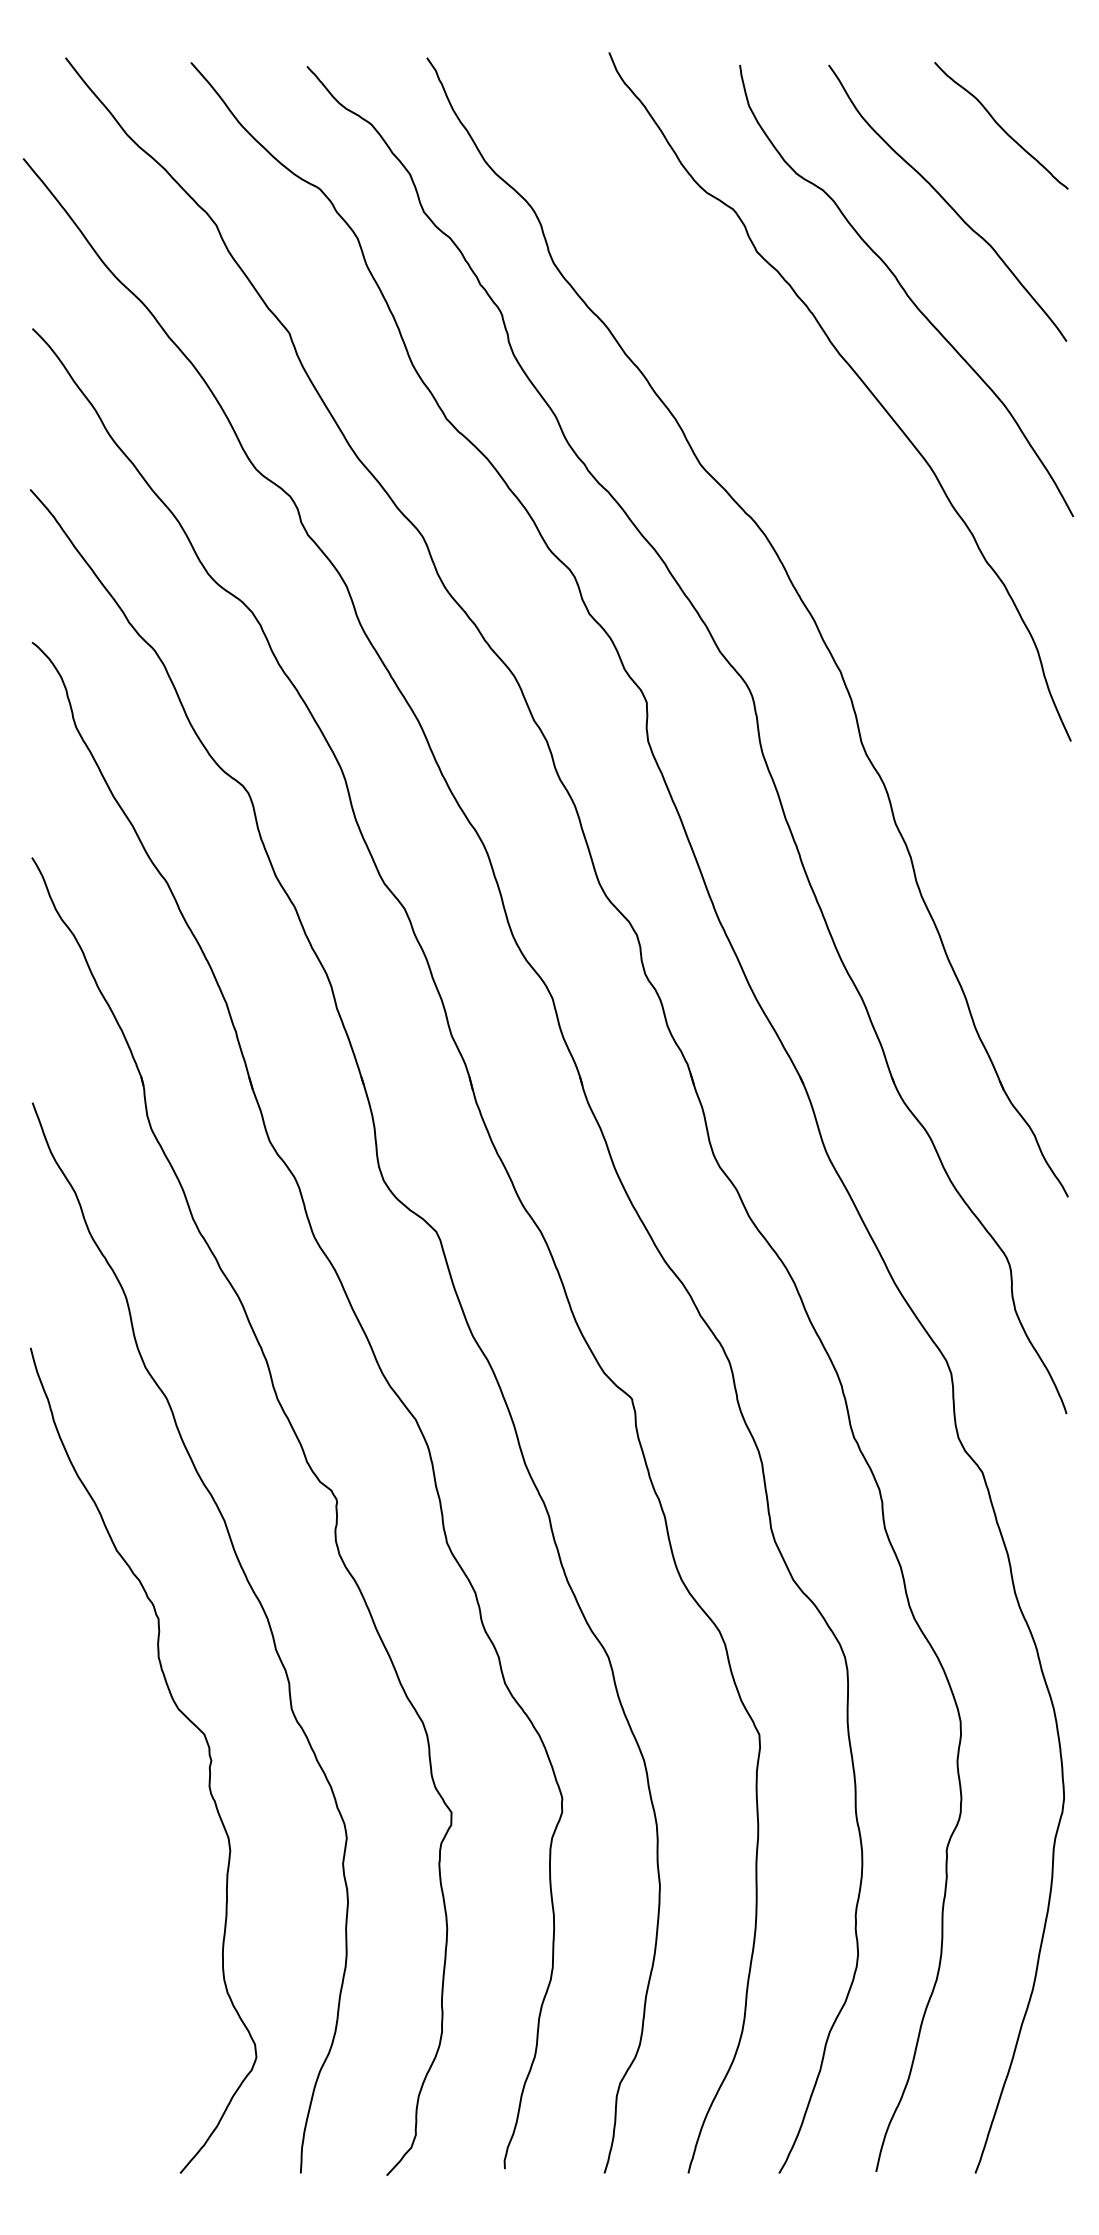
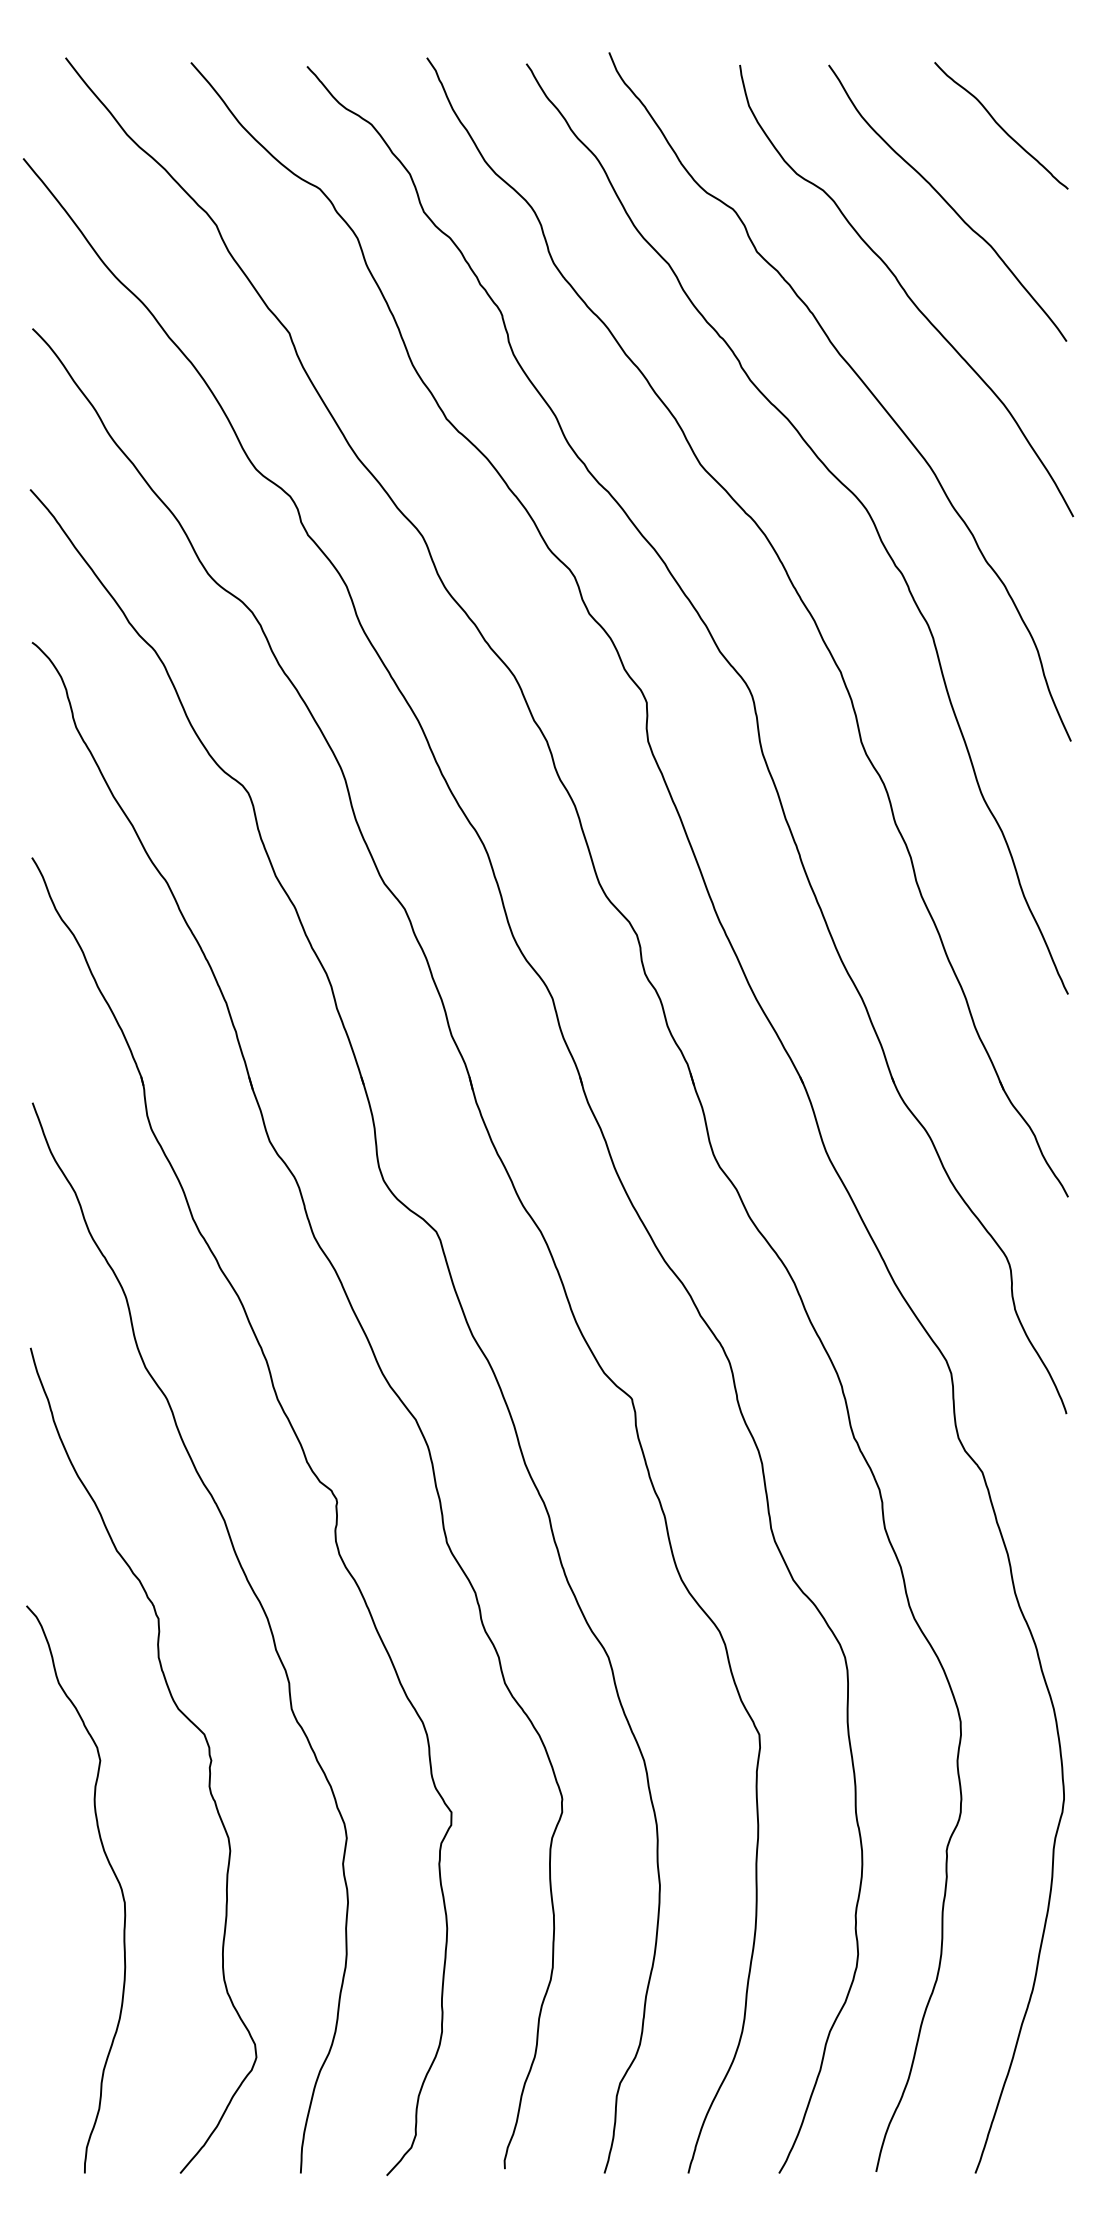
curve at (840, 483): none -> present
curve at (112, 1871): none -> present
